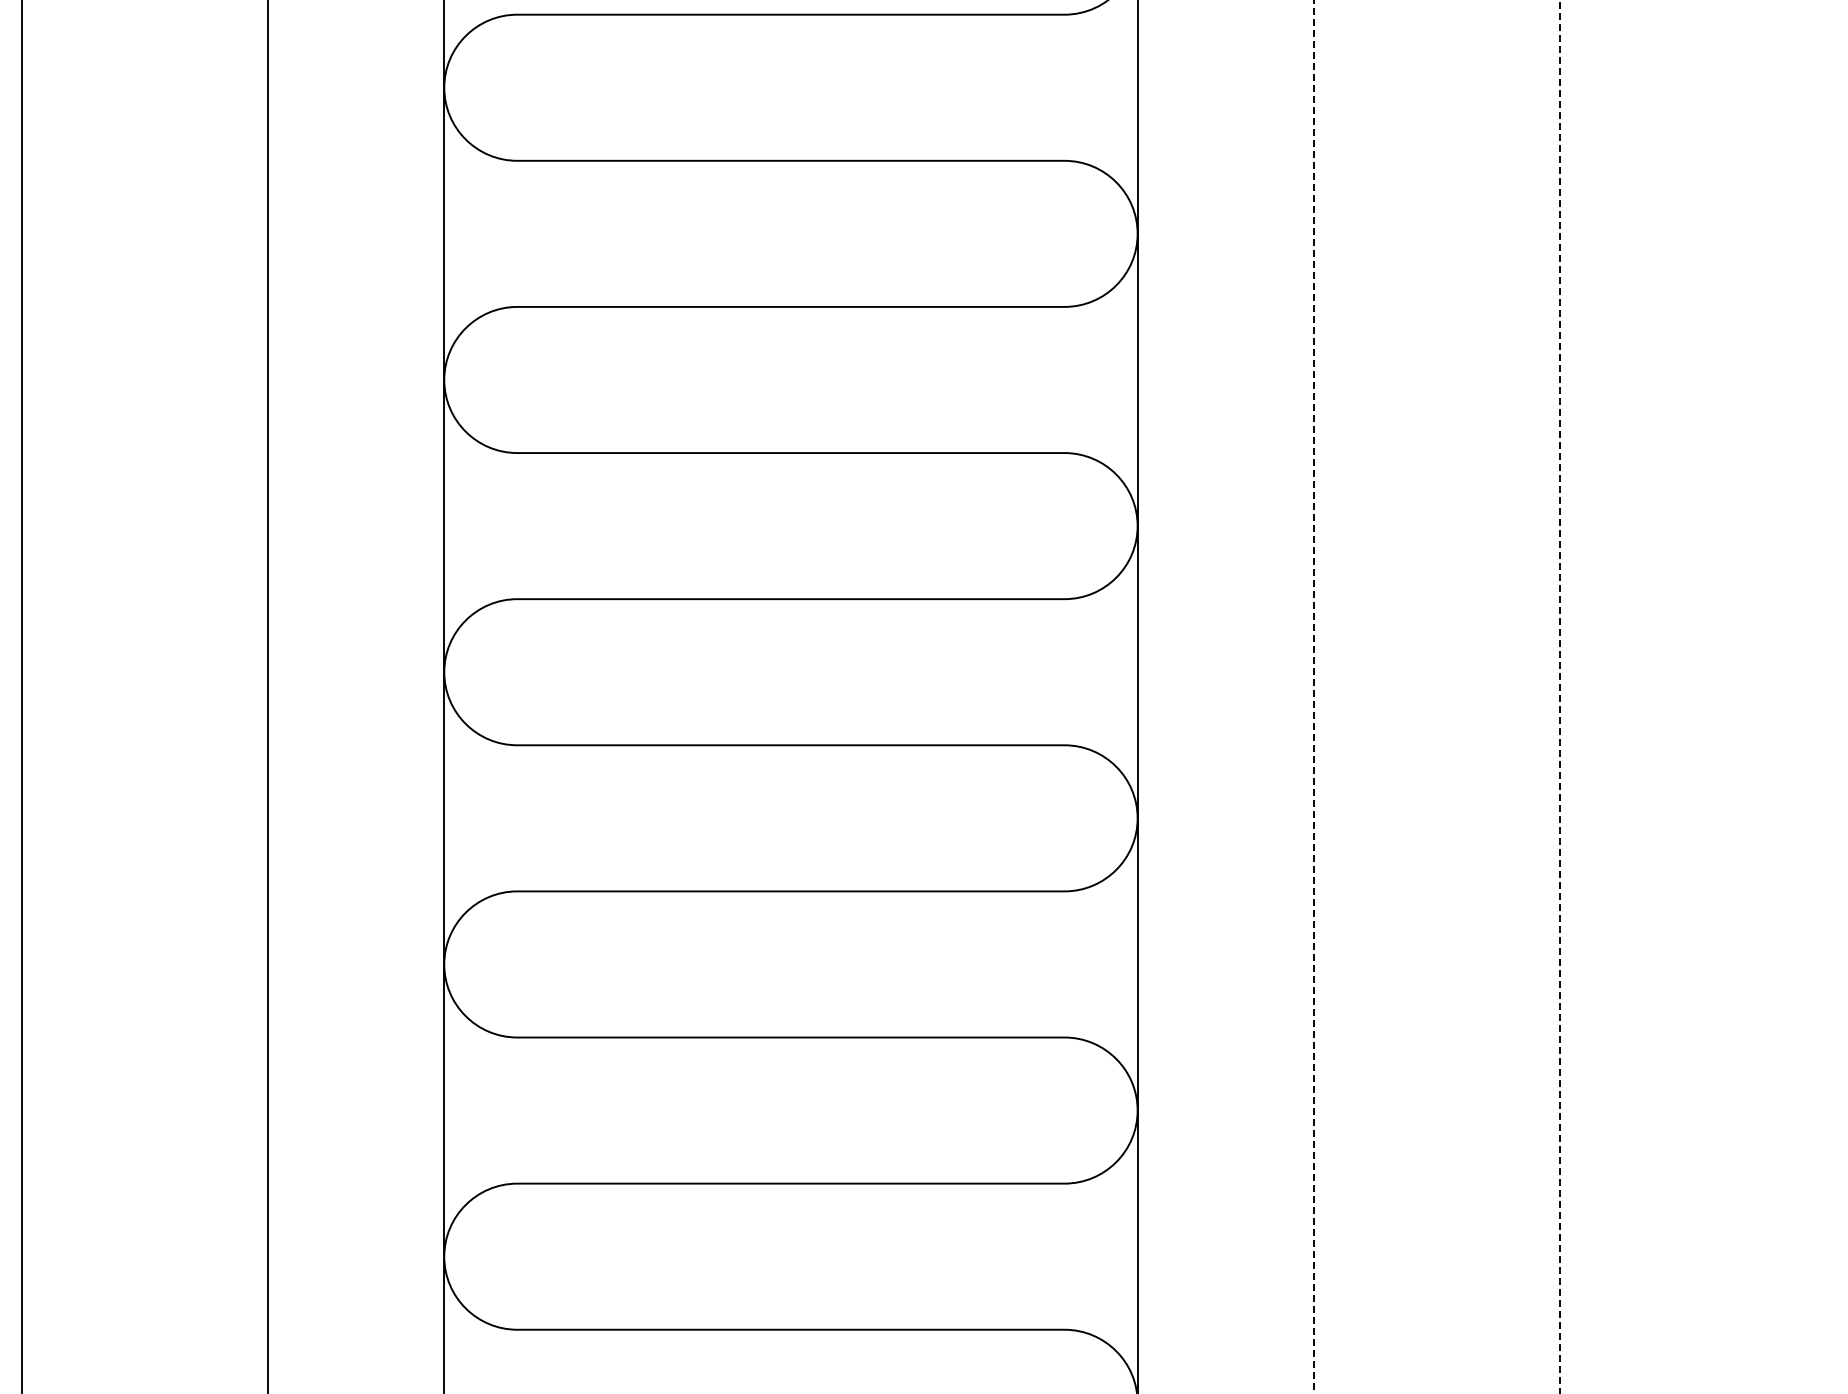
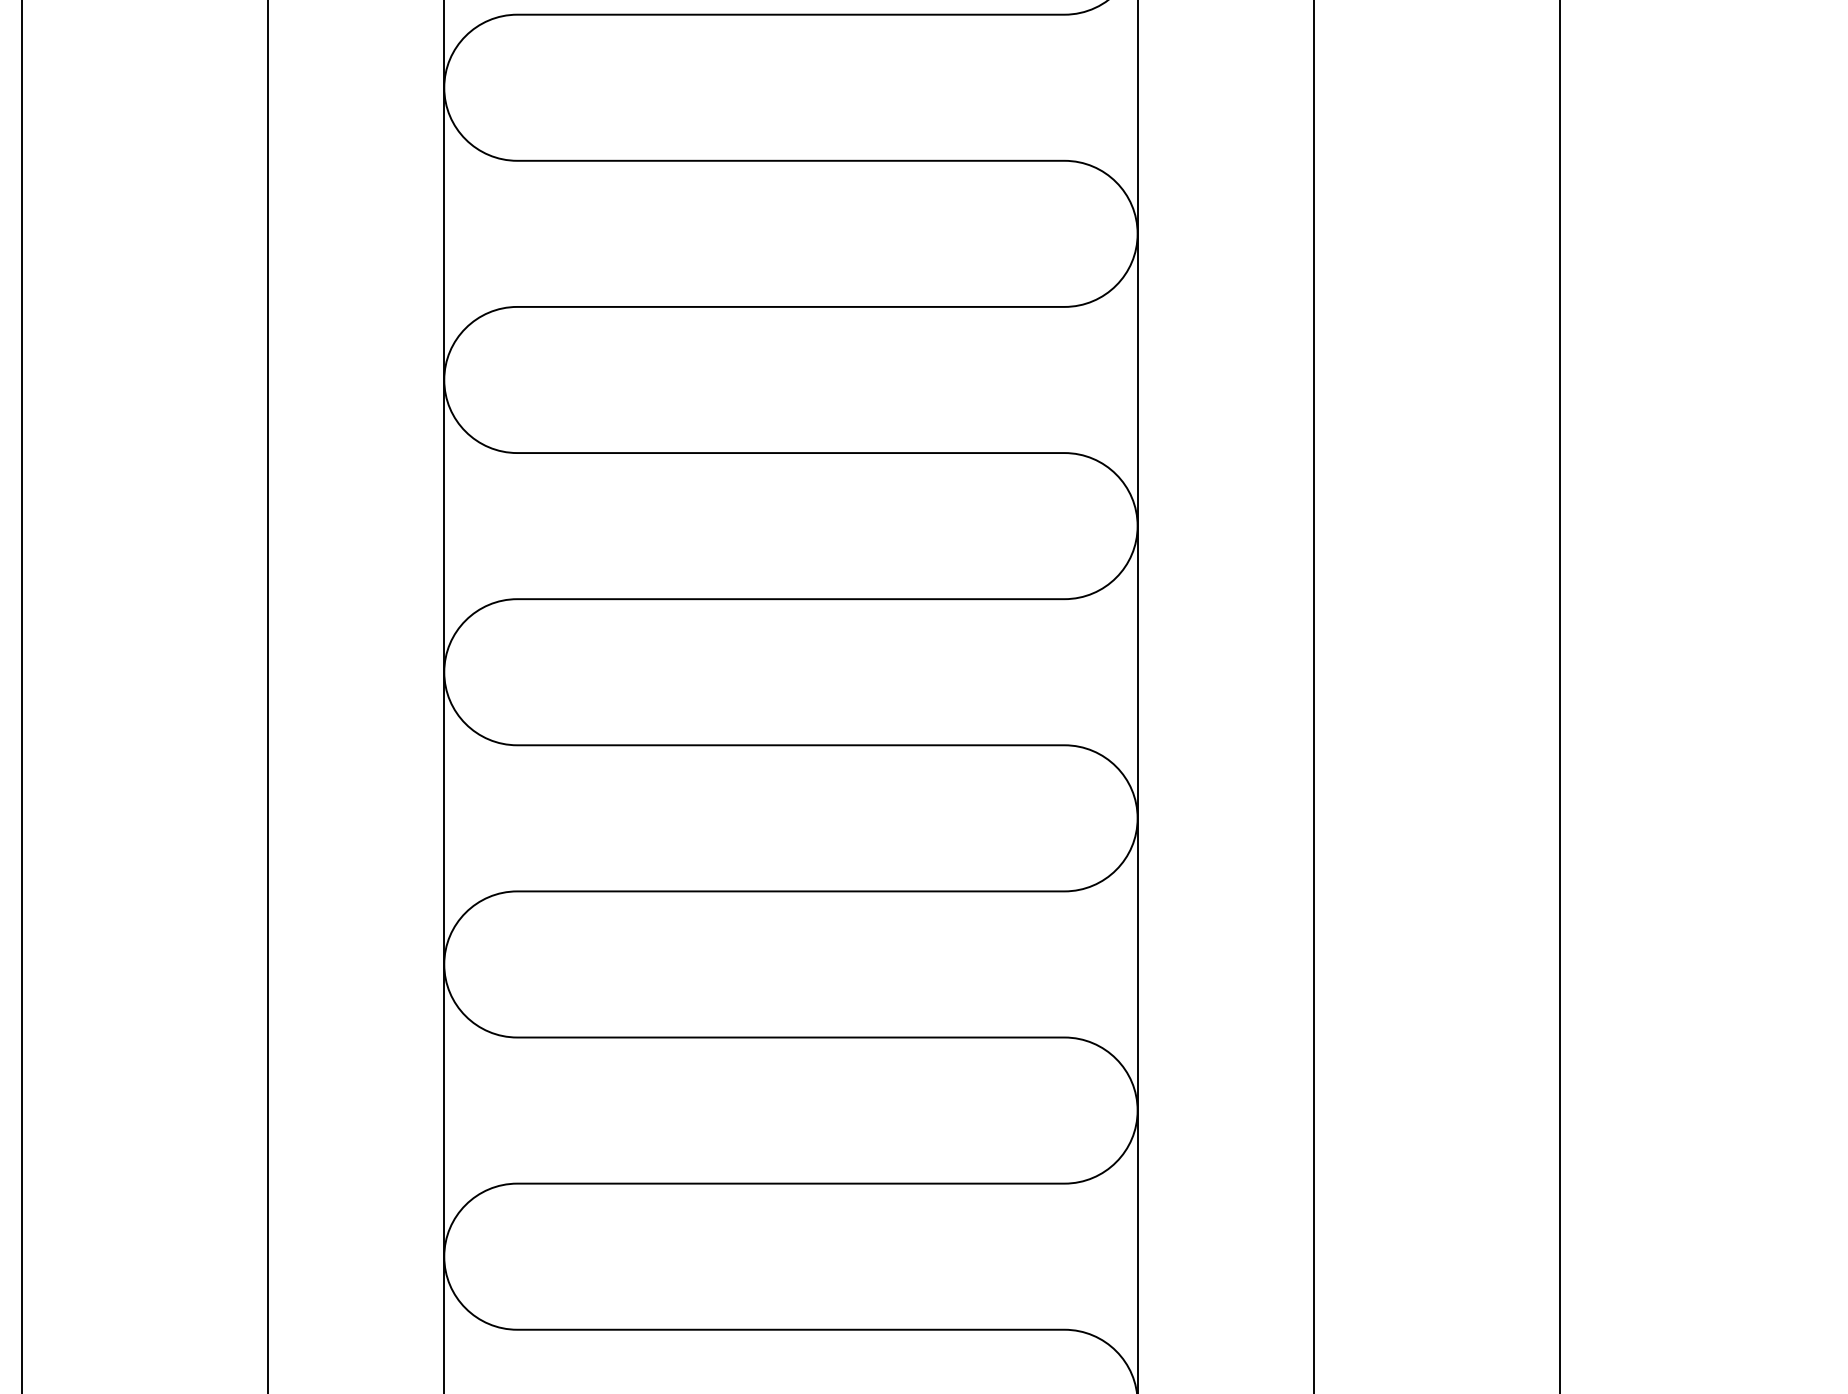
line at (1313, 696): dashed -> solid
line at (1559, 697): dashed -> solid
